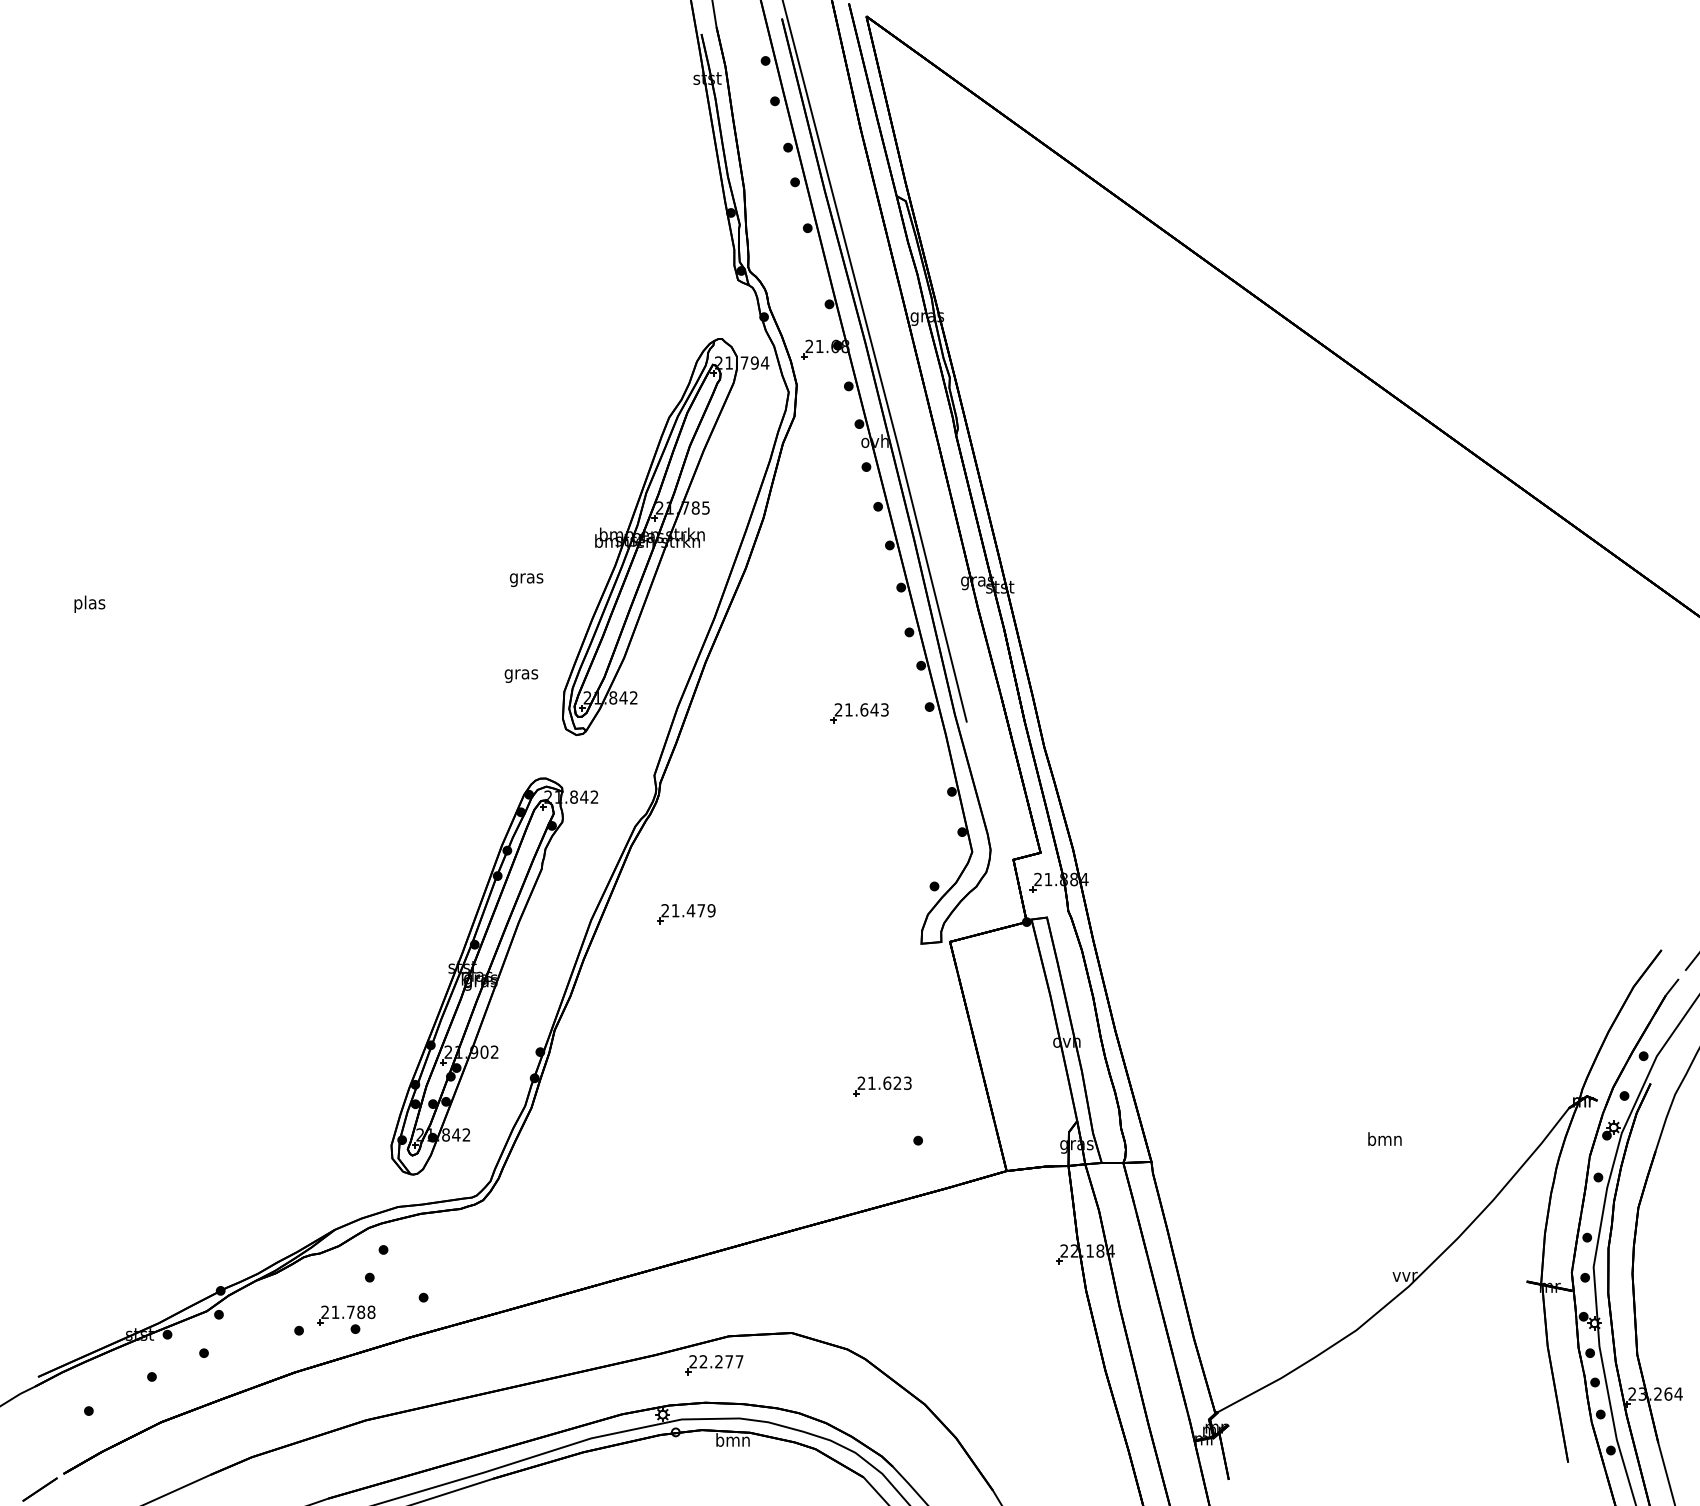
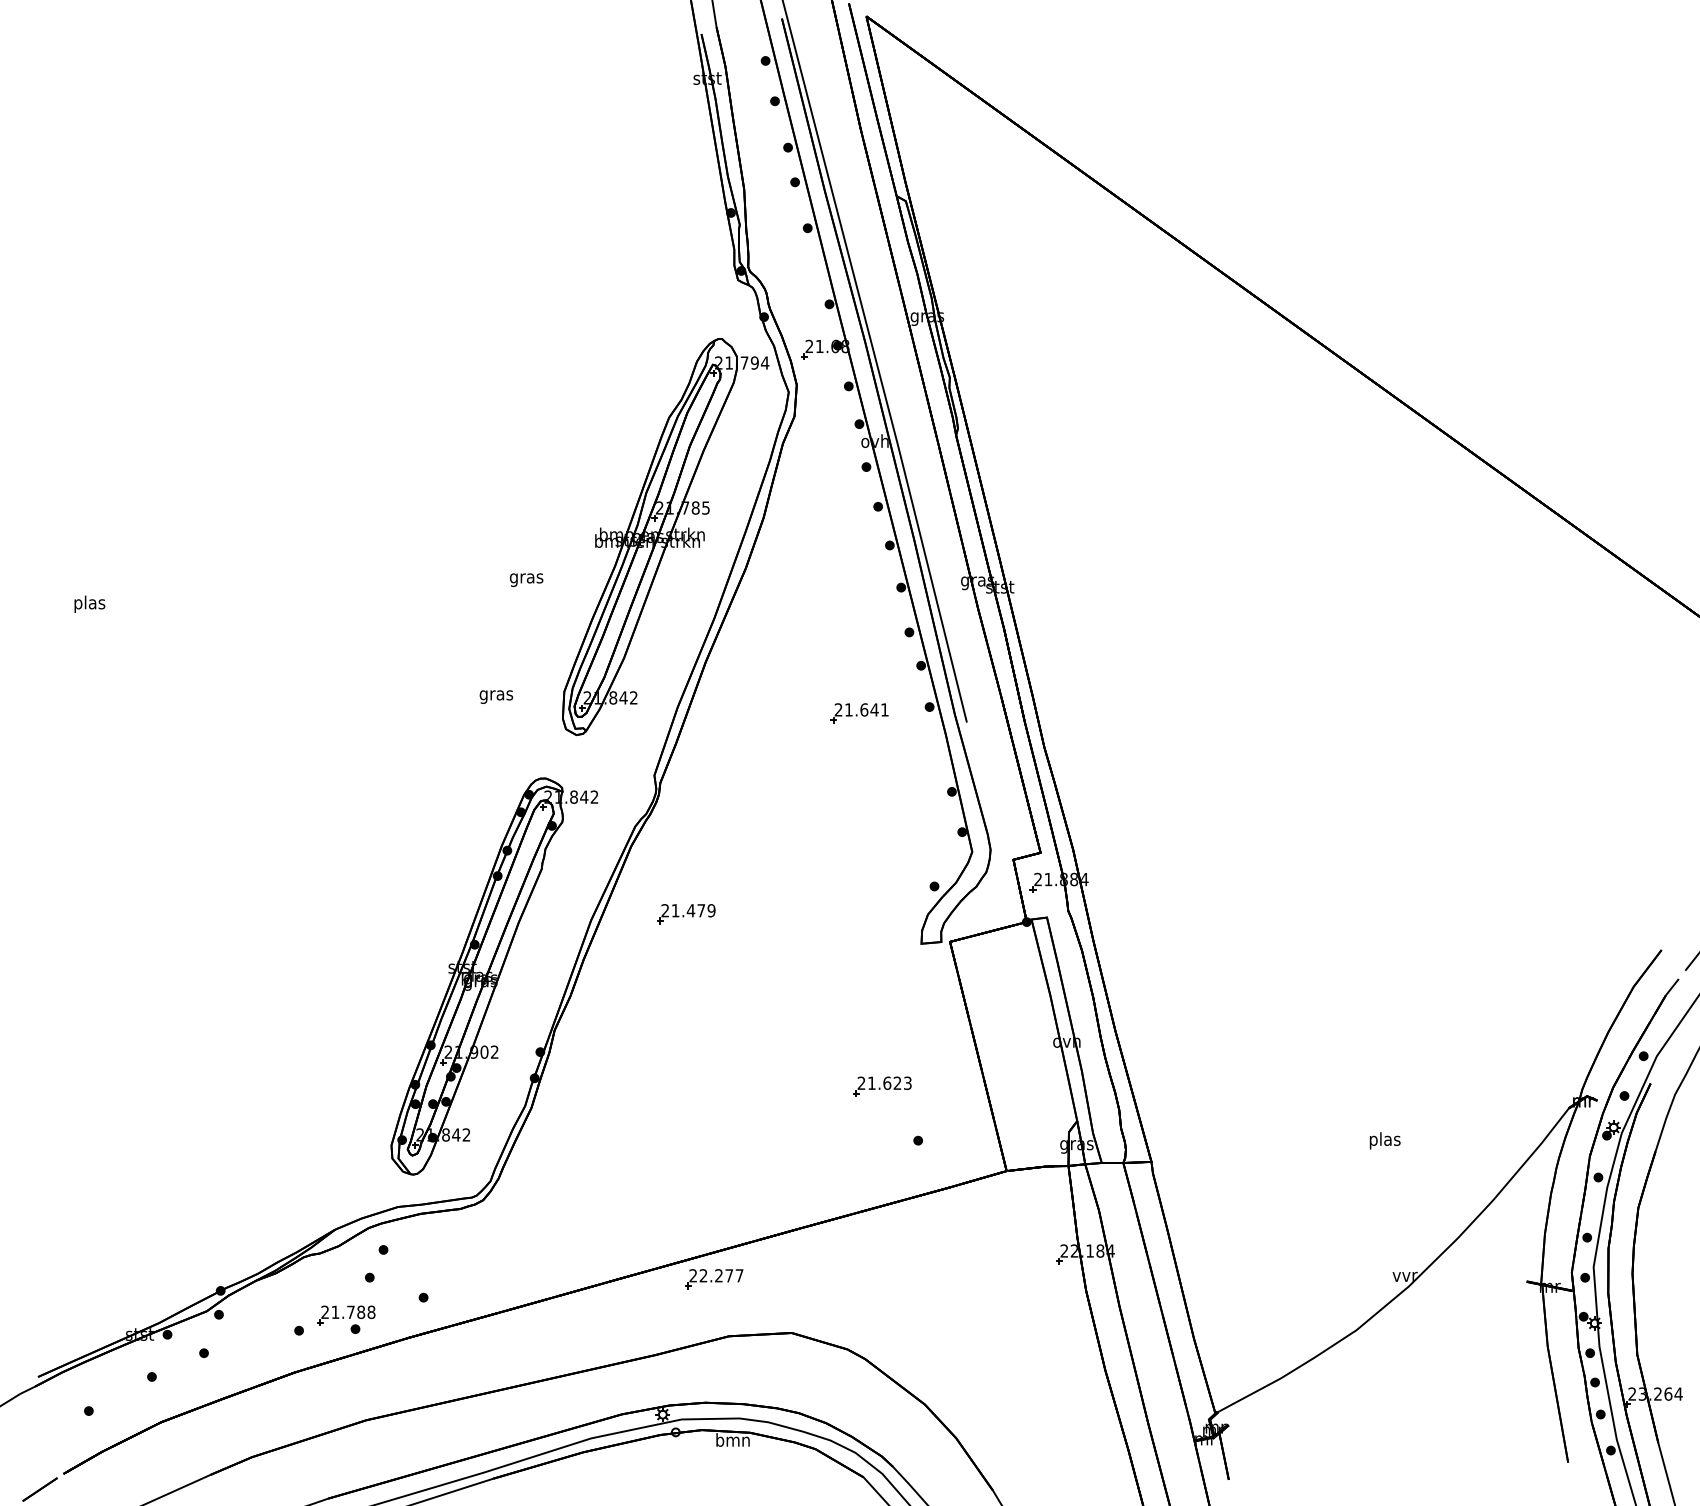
text at (521, 675) position: (521, 675) -> (496, 696)
text at (884, 709): 21.643 -> 21.641
text at (1384, 1140): bmn -> plas
part at (714, 1365) position: (714, 1365) -> (714, 1279)
